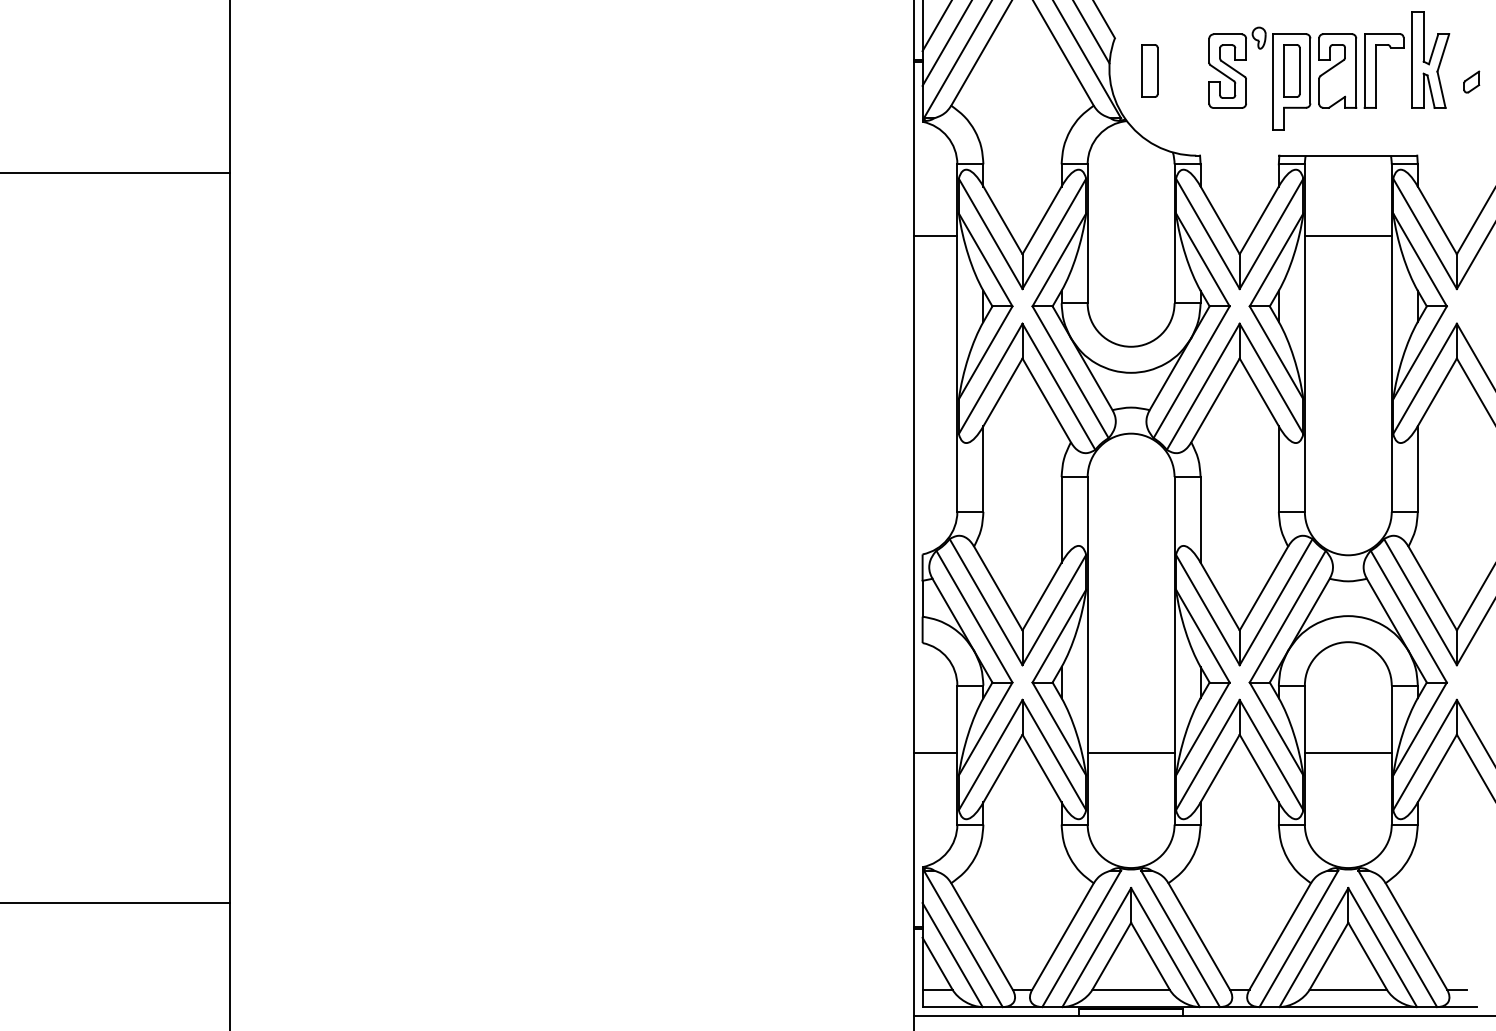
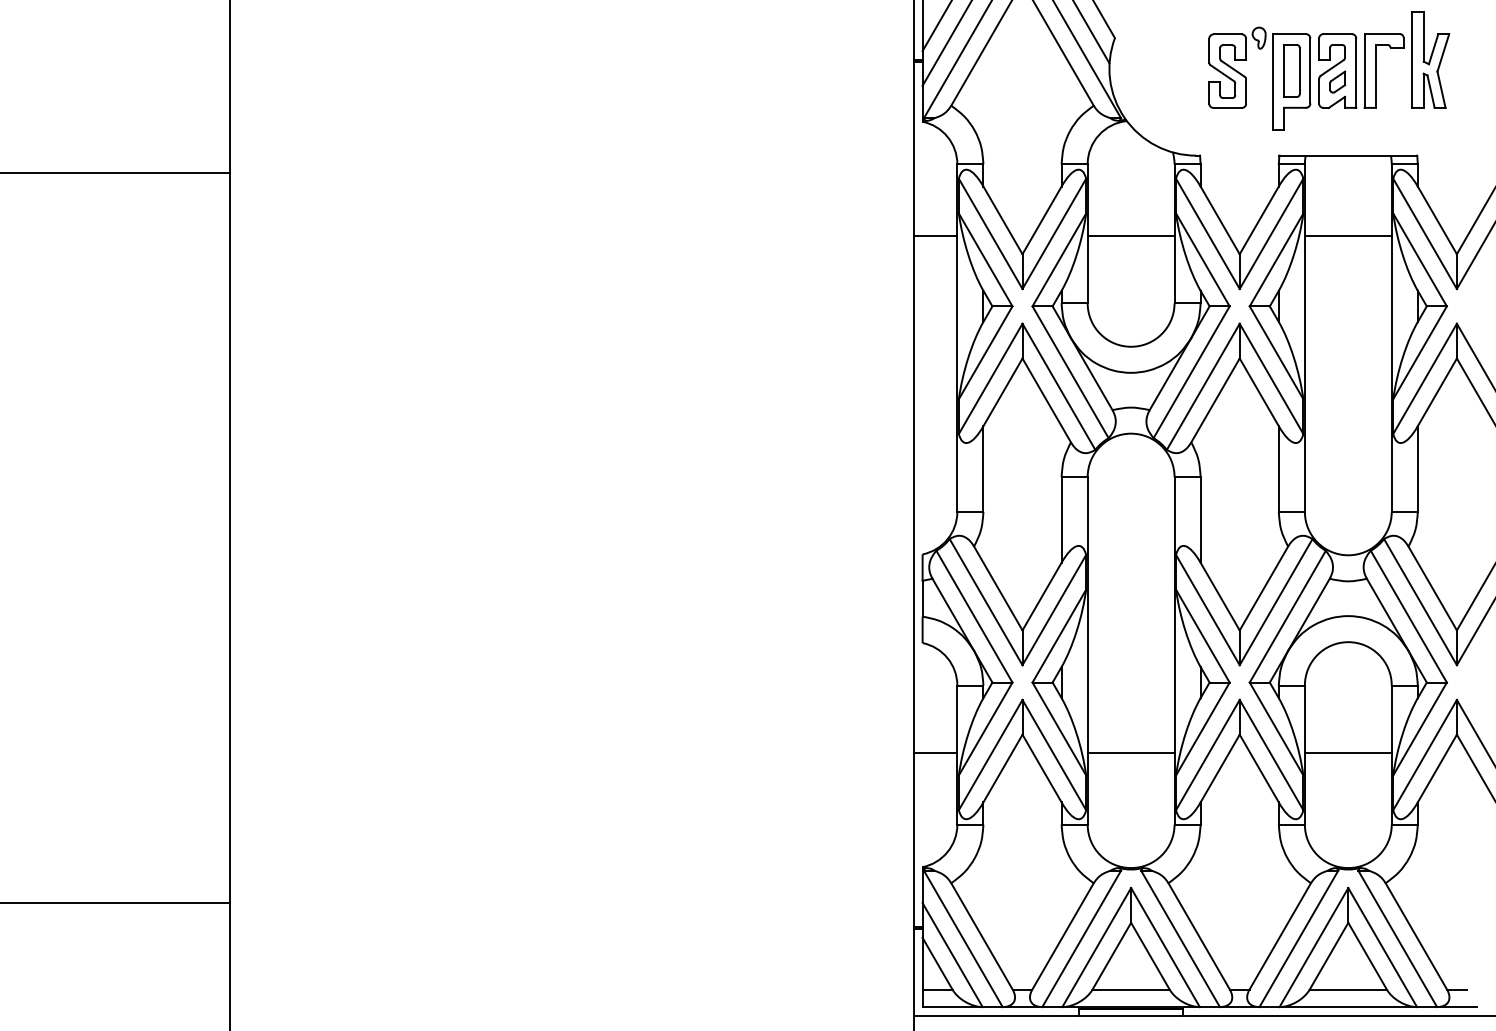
part at (1149, 70): present -> none
part at (1471, 81) position: (1471, 81) -> (1337, 81)
line at (1130, 236): none -> present
